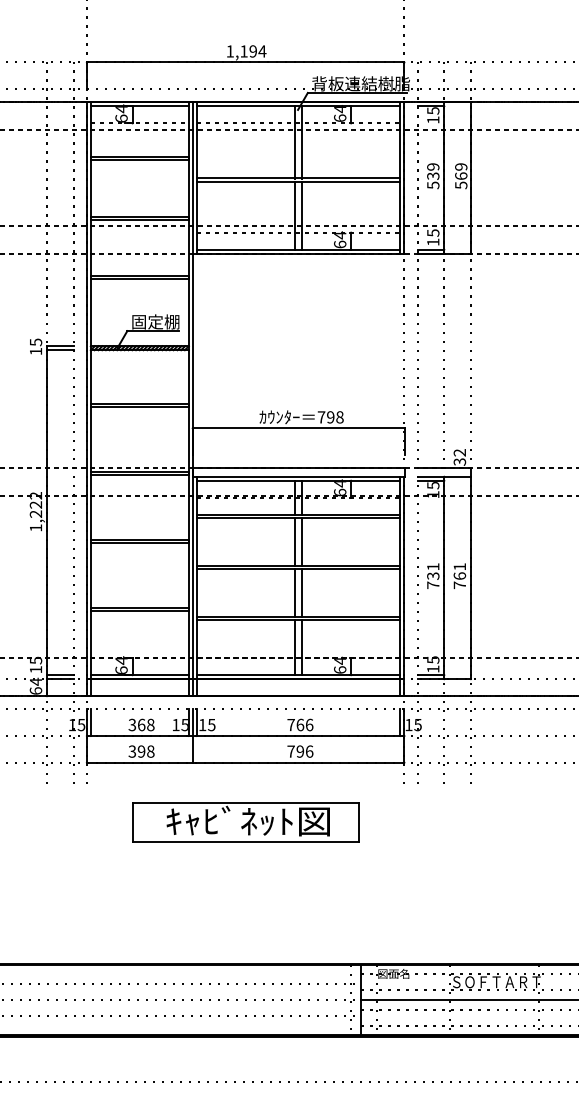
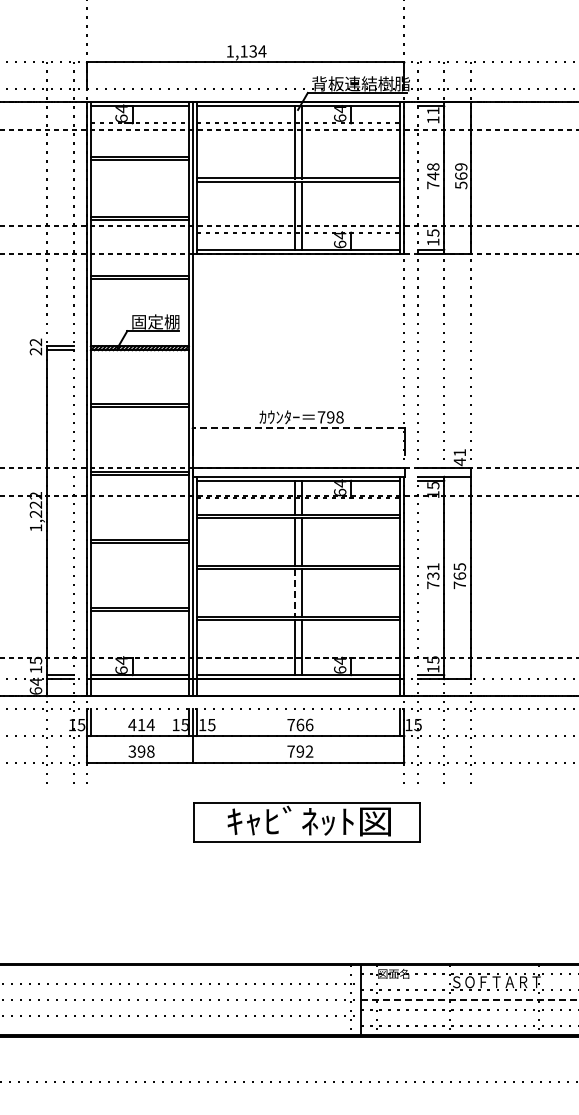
text at (252, 51): 1,194 -> 1,134
text at (433, 110): 15 -> 11
text at (433, 176): 539 -> 748
text at (35, 346): 15 -> 22
line at (298, 428): solid -> dashed
text at (459, 457): 32 -> 41
text at (459, 566): 761 -> 765
line at (294, 592): solid -> dashed
text at (141, 724): 368 -> 414
text at (309, 751): 796 -> 792
part at (245, 822) position: (245, 822) -> (306, 822)
line at (470, 999): solid -> dashed
